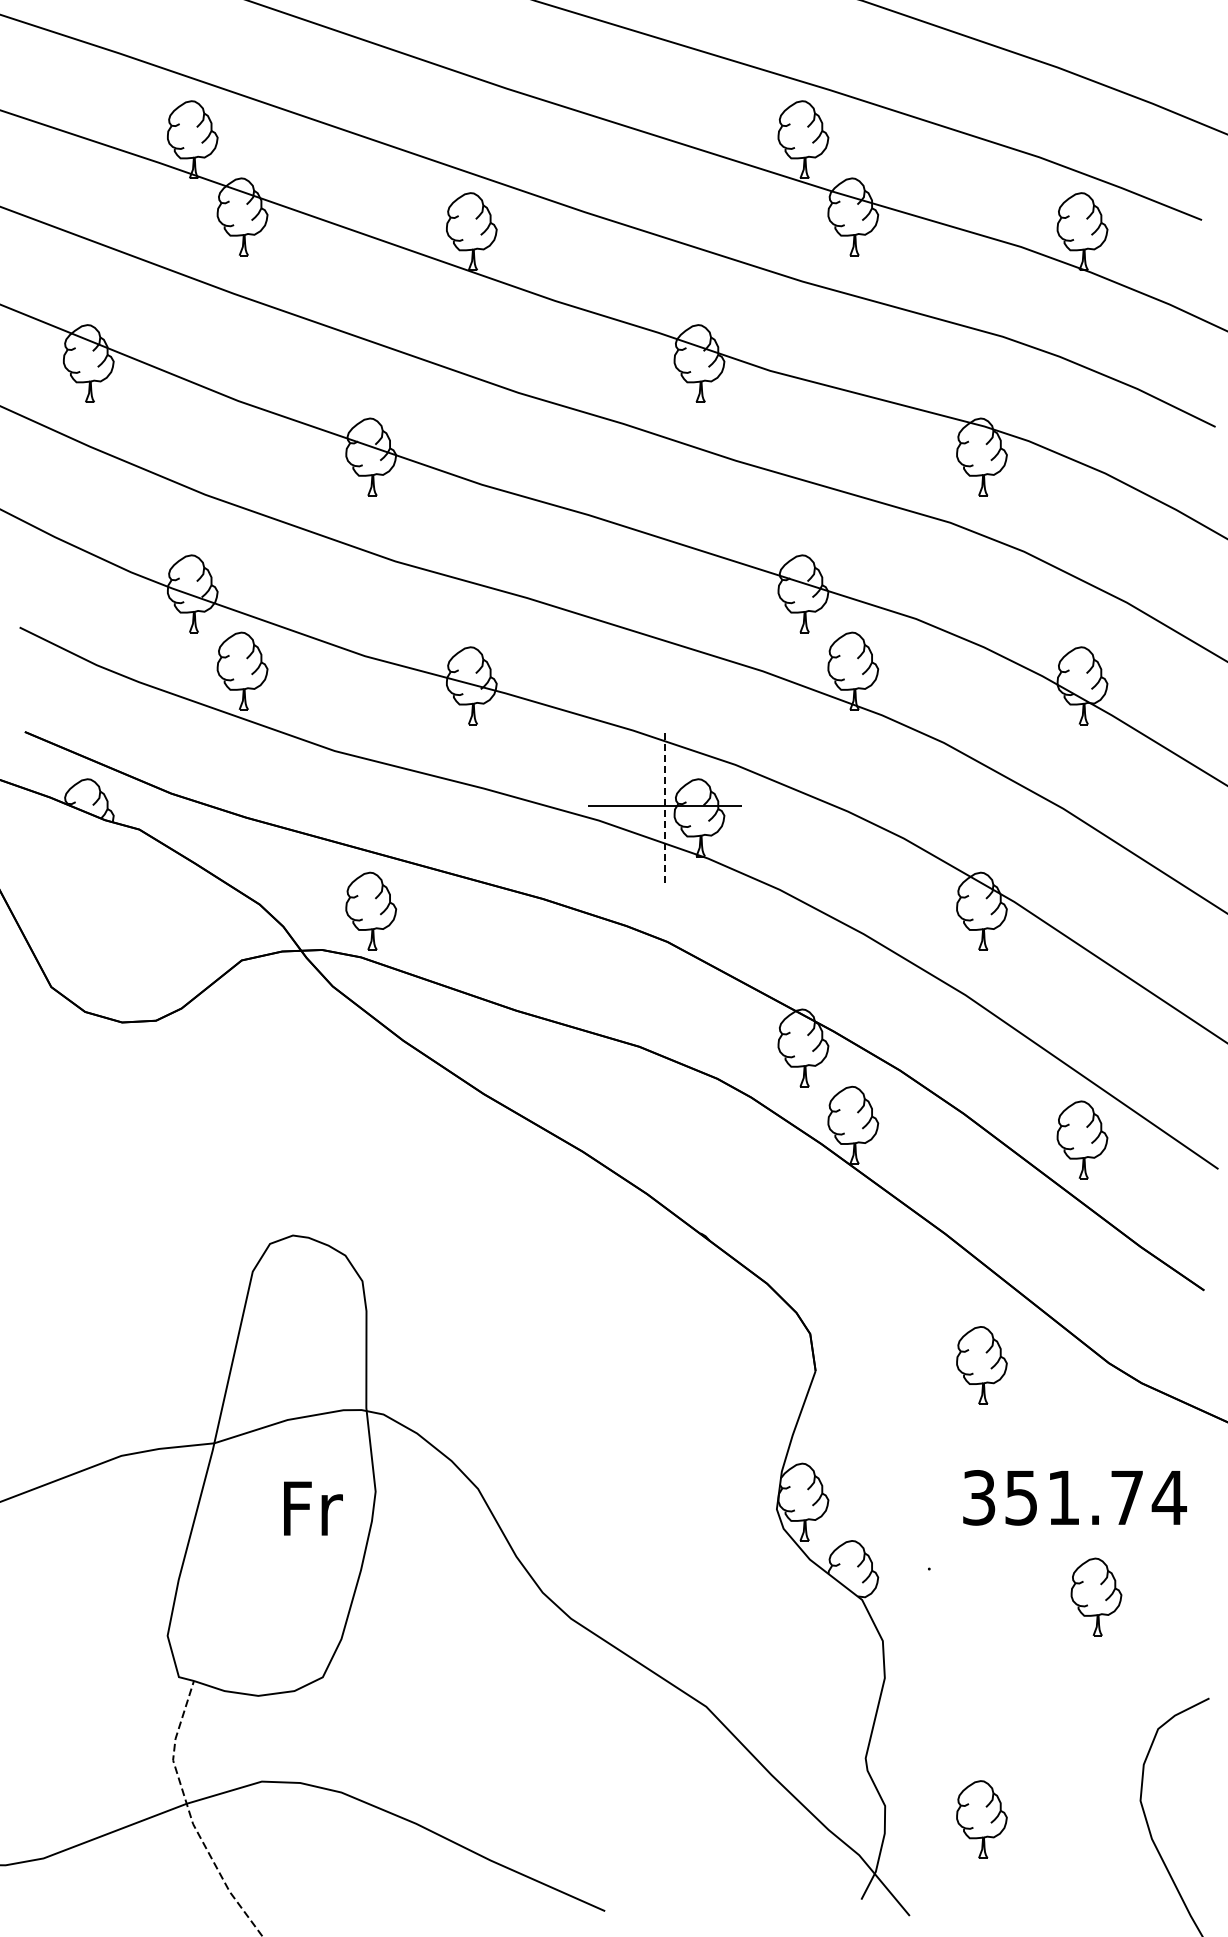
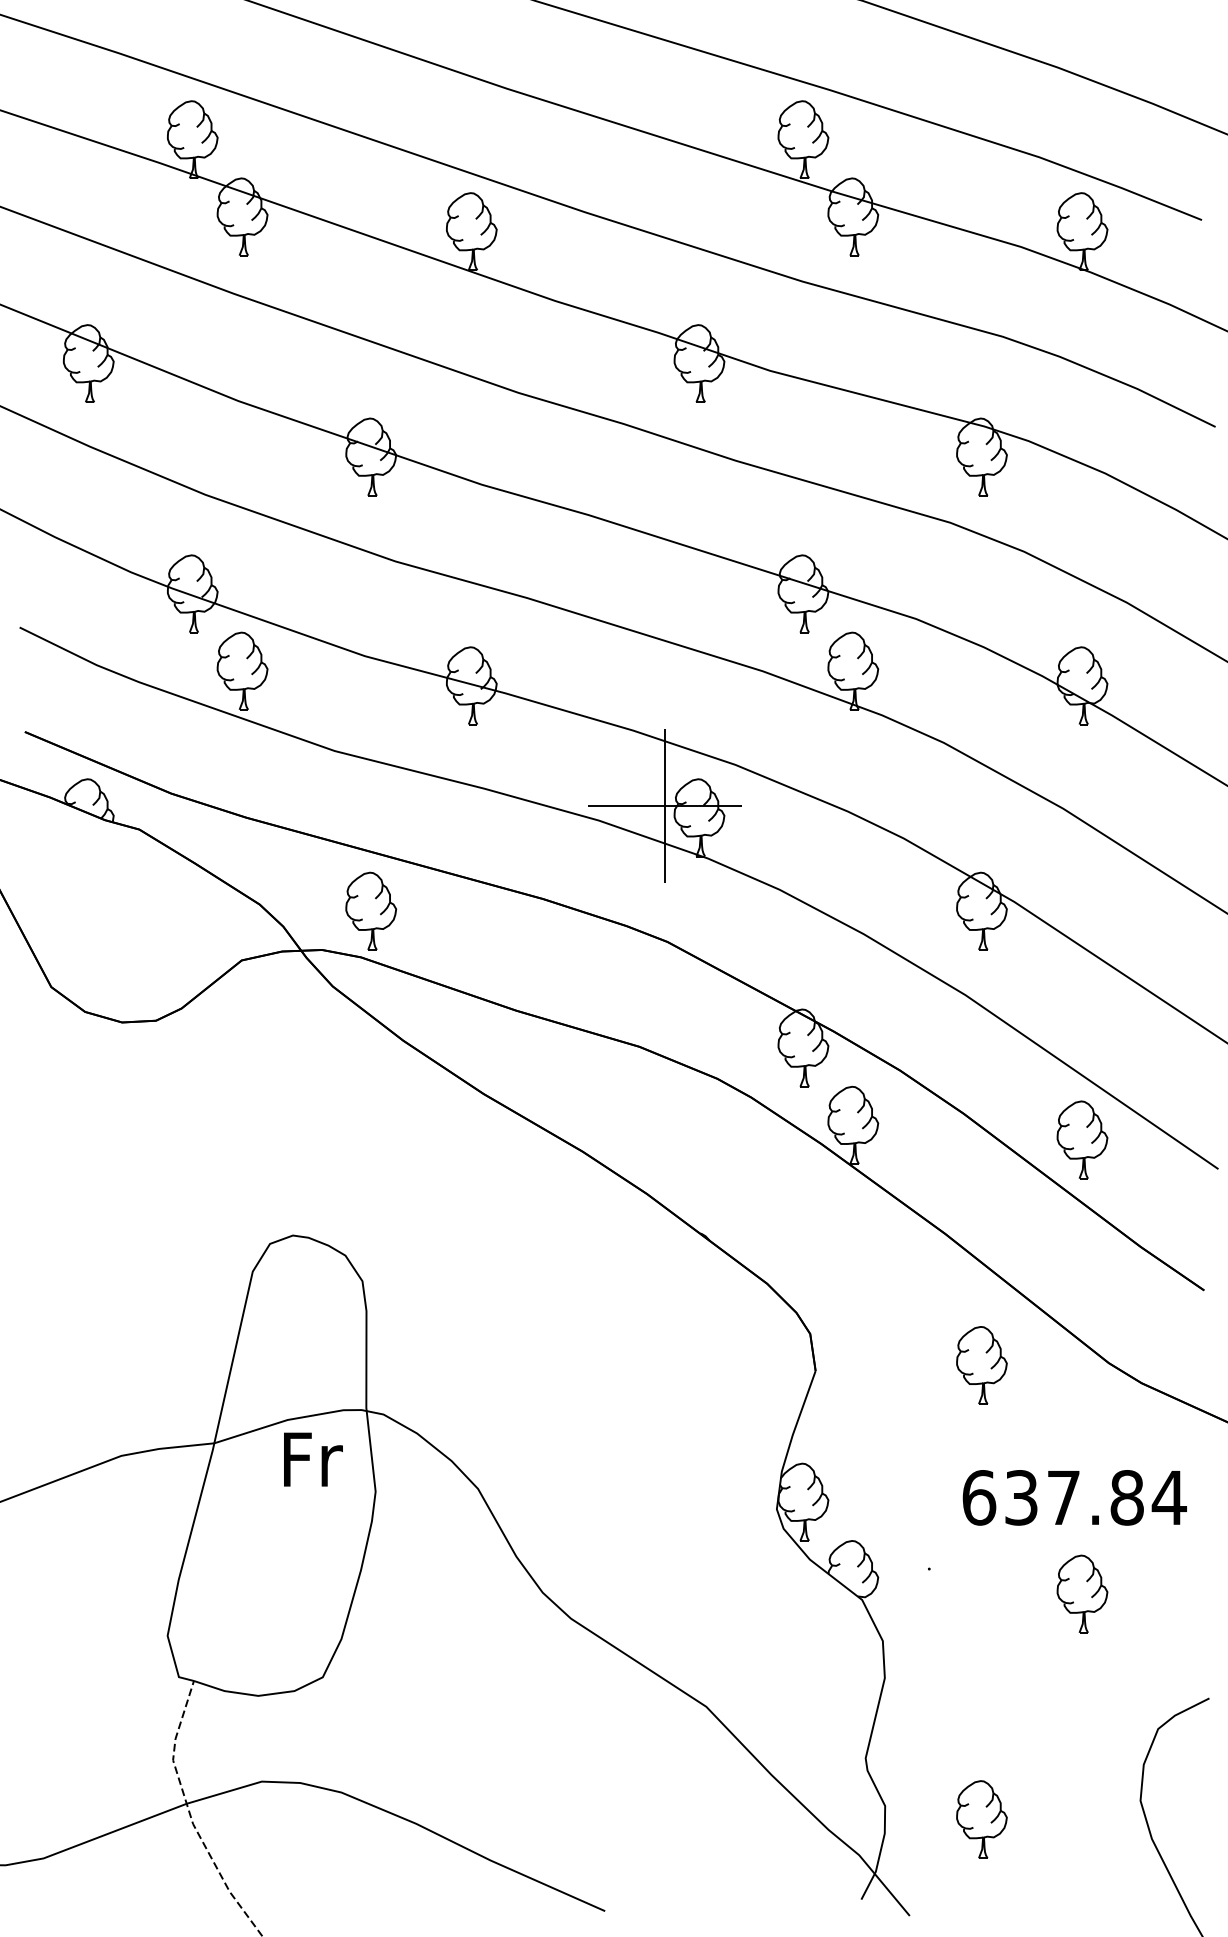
line at (665, 806): dashed -> solid
text at (1052, 1497): 351.74 -> 637.84
text at (313, 1508) position: (313, 1508) -> (313, 1459)
part at (1096, 1596) position: (1096, 1596) -> (1082, 1593)
